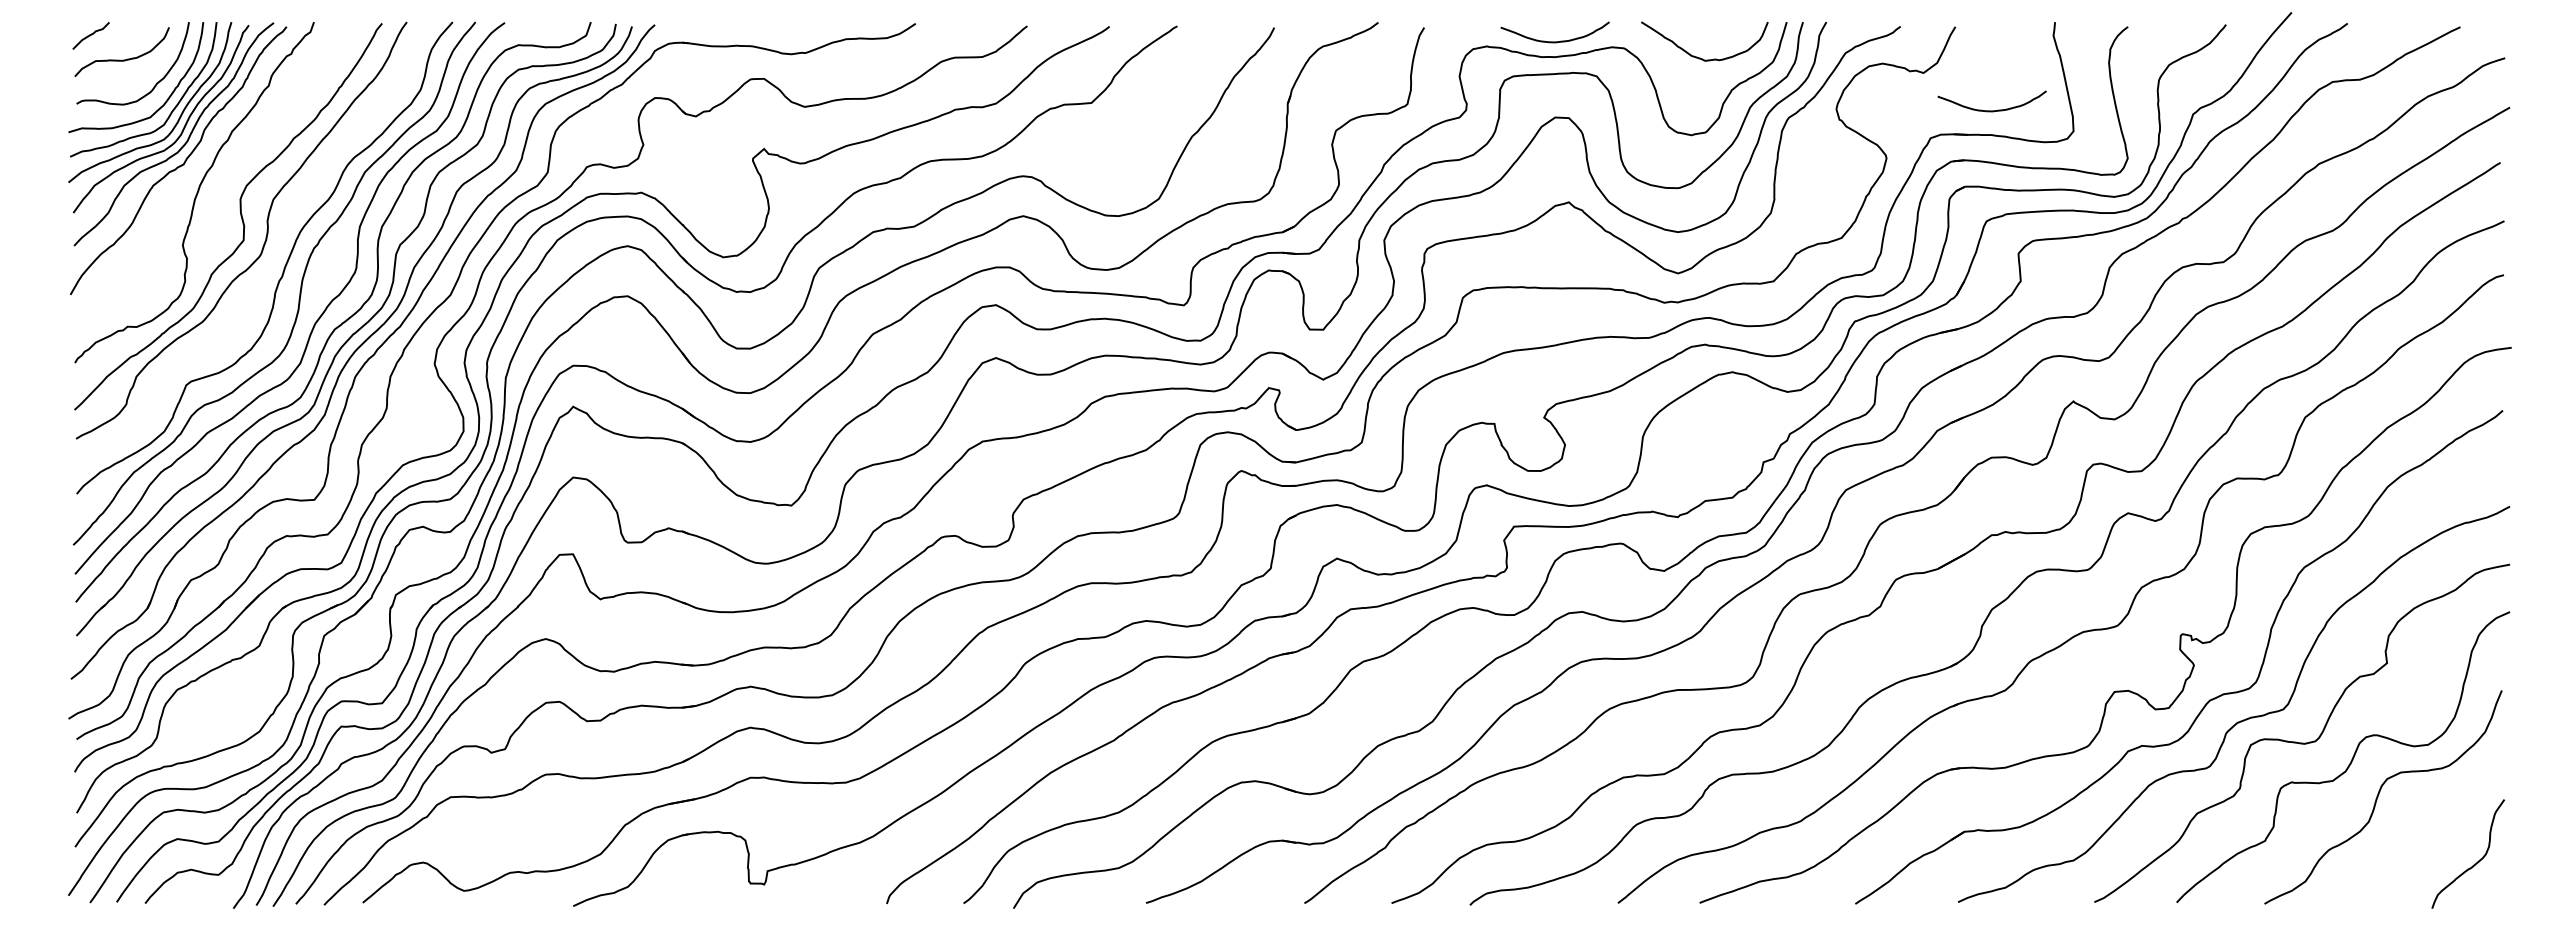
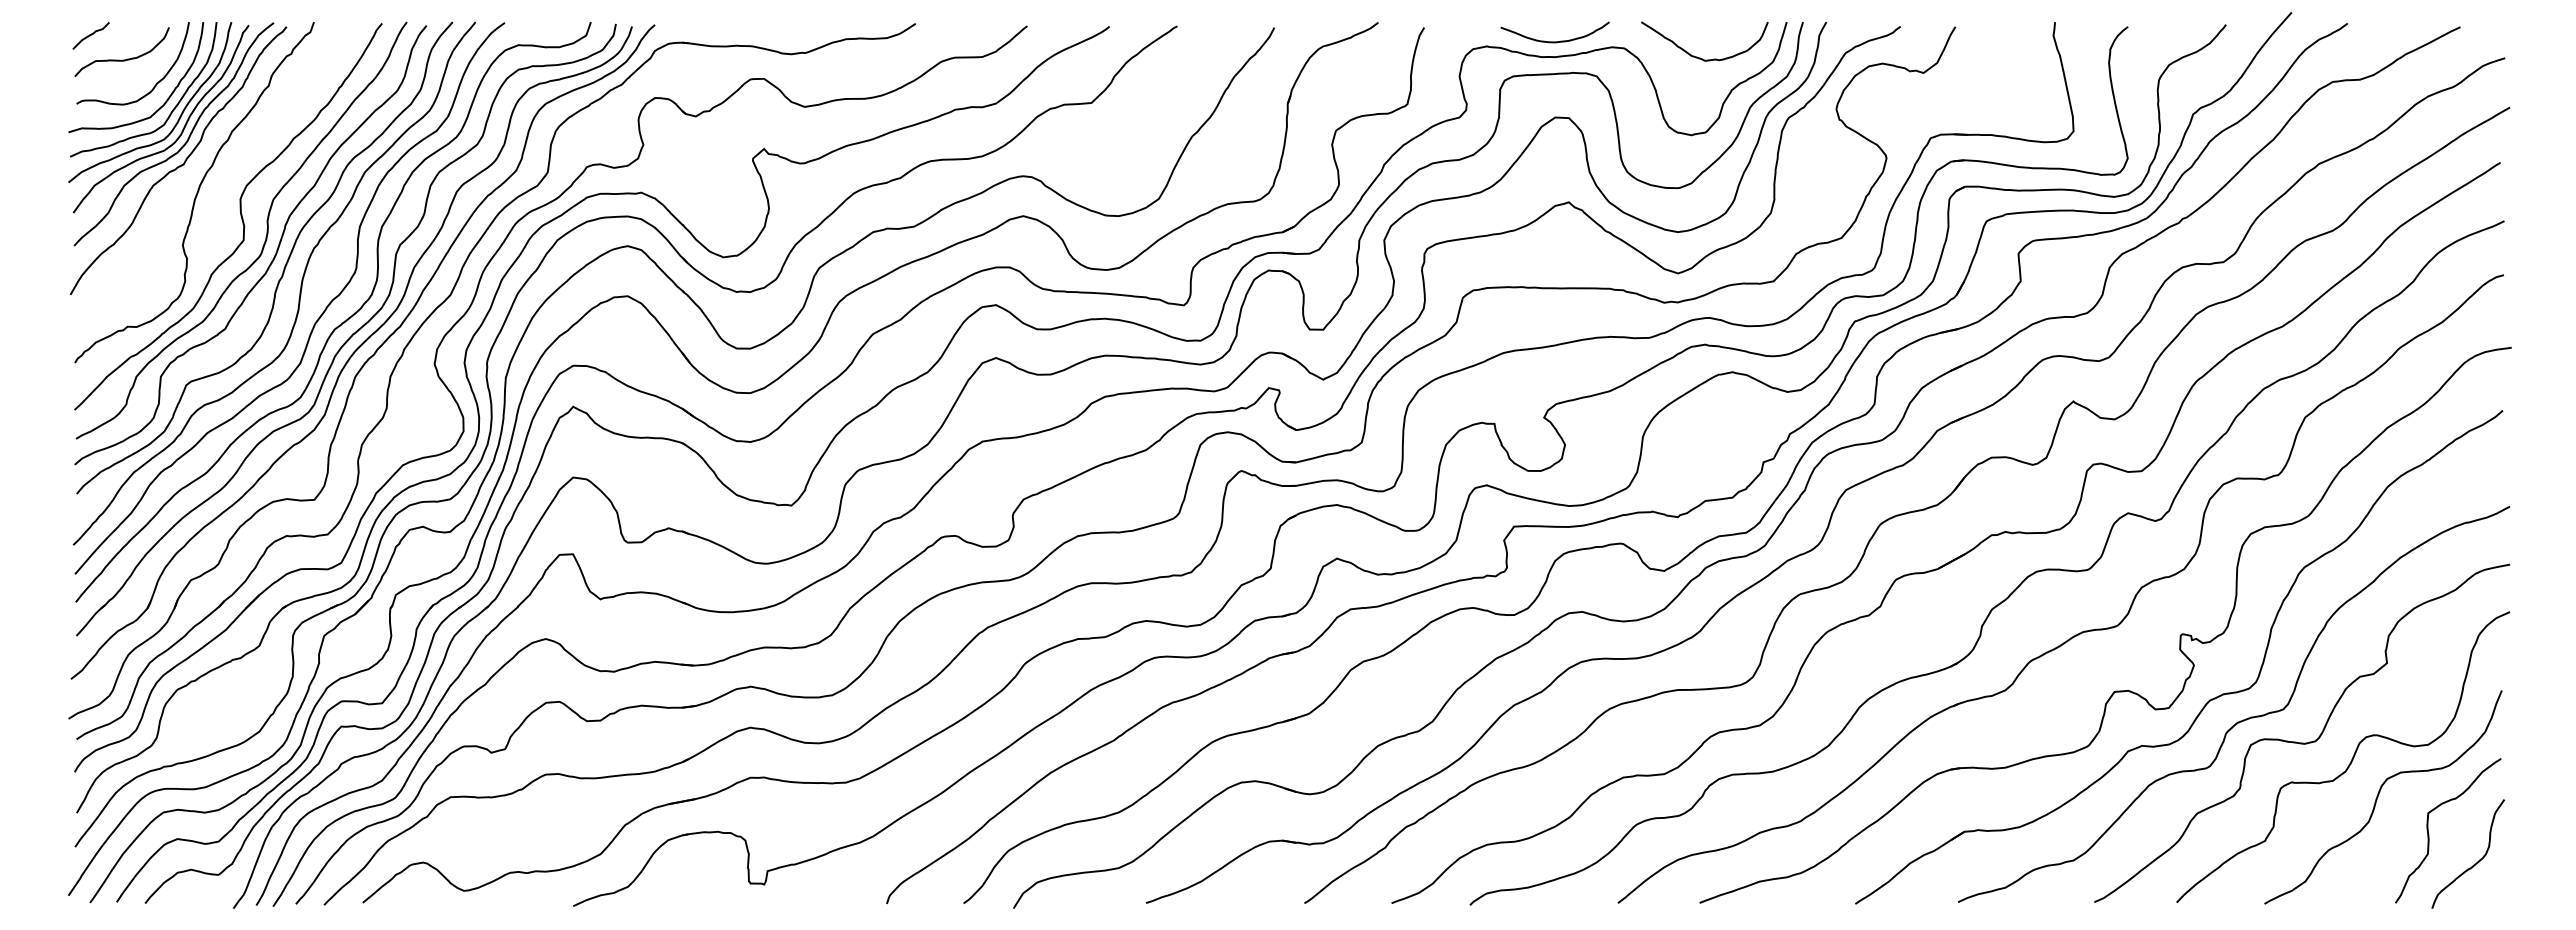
curve at (1991, 110): present -> none
curve at (273, 257): none -> present
curve at (2429, 834): none -> present
